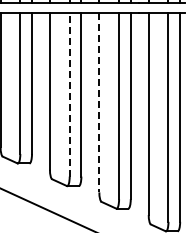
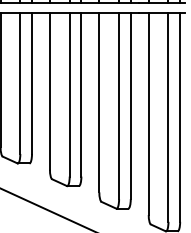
line at (69, 94): dashed -> solid
line at (99, 102): dashed -> solid
